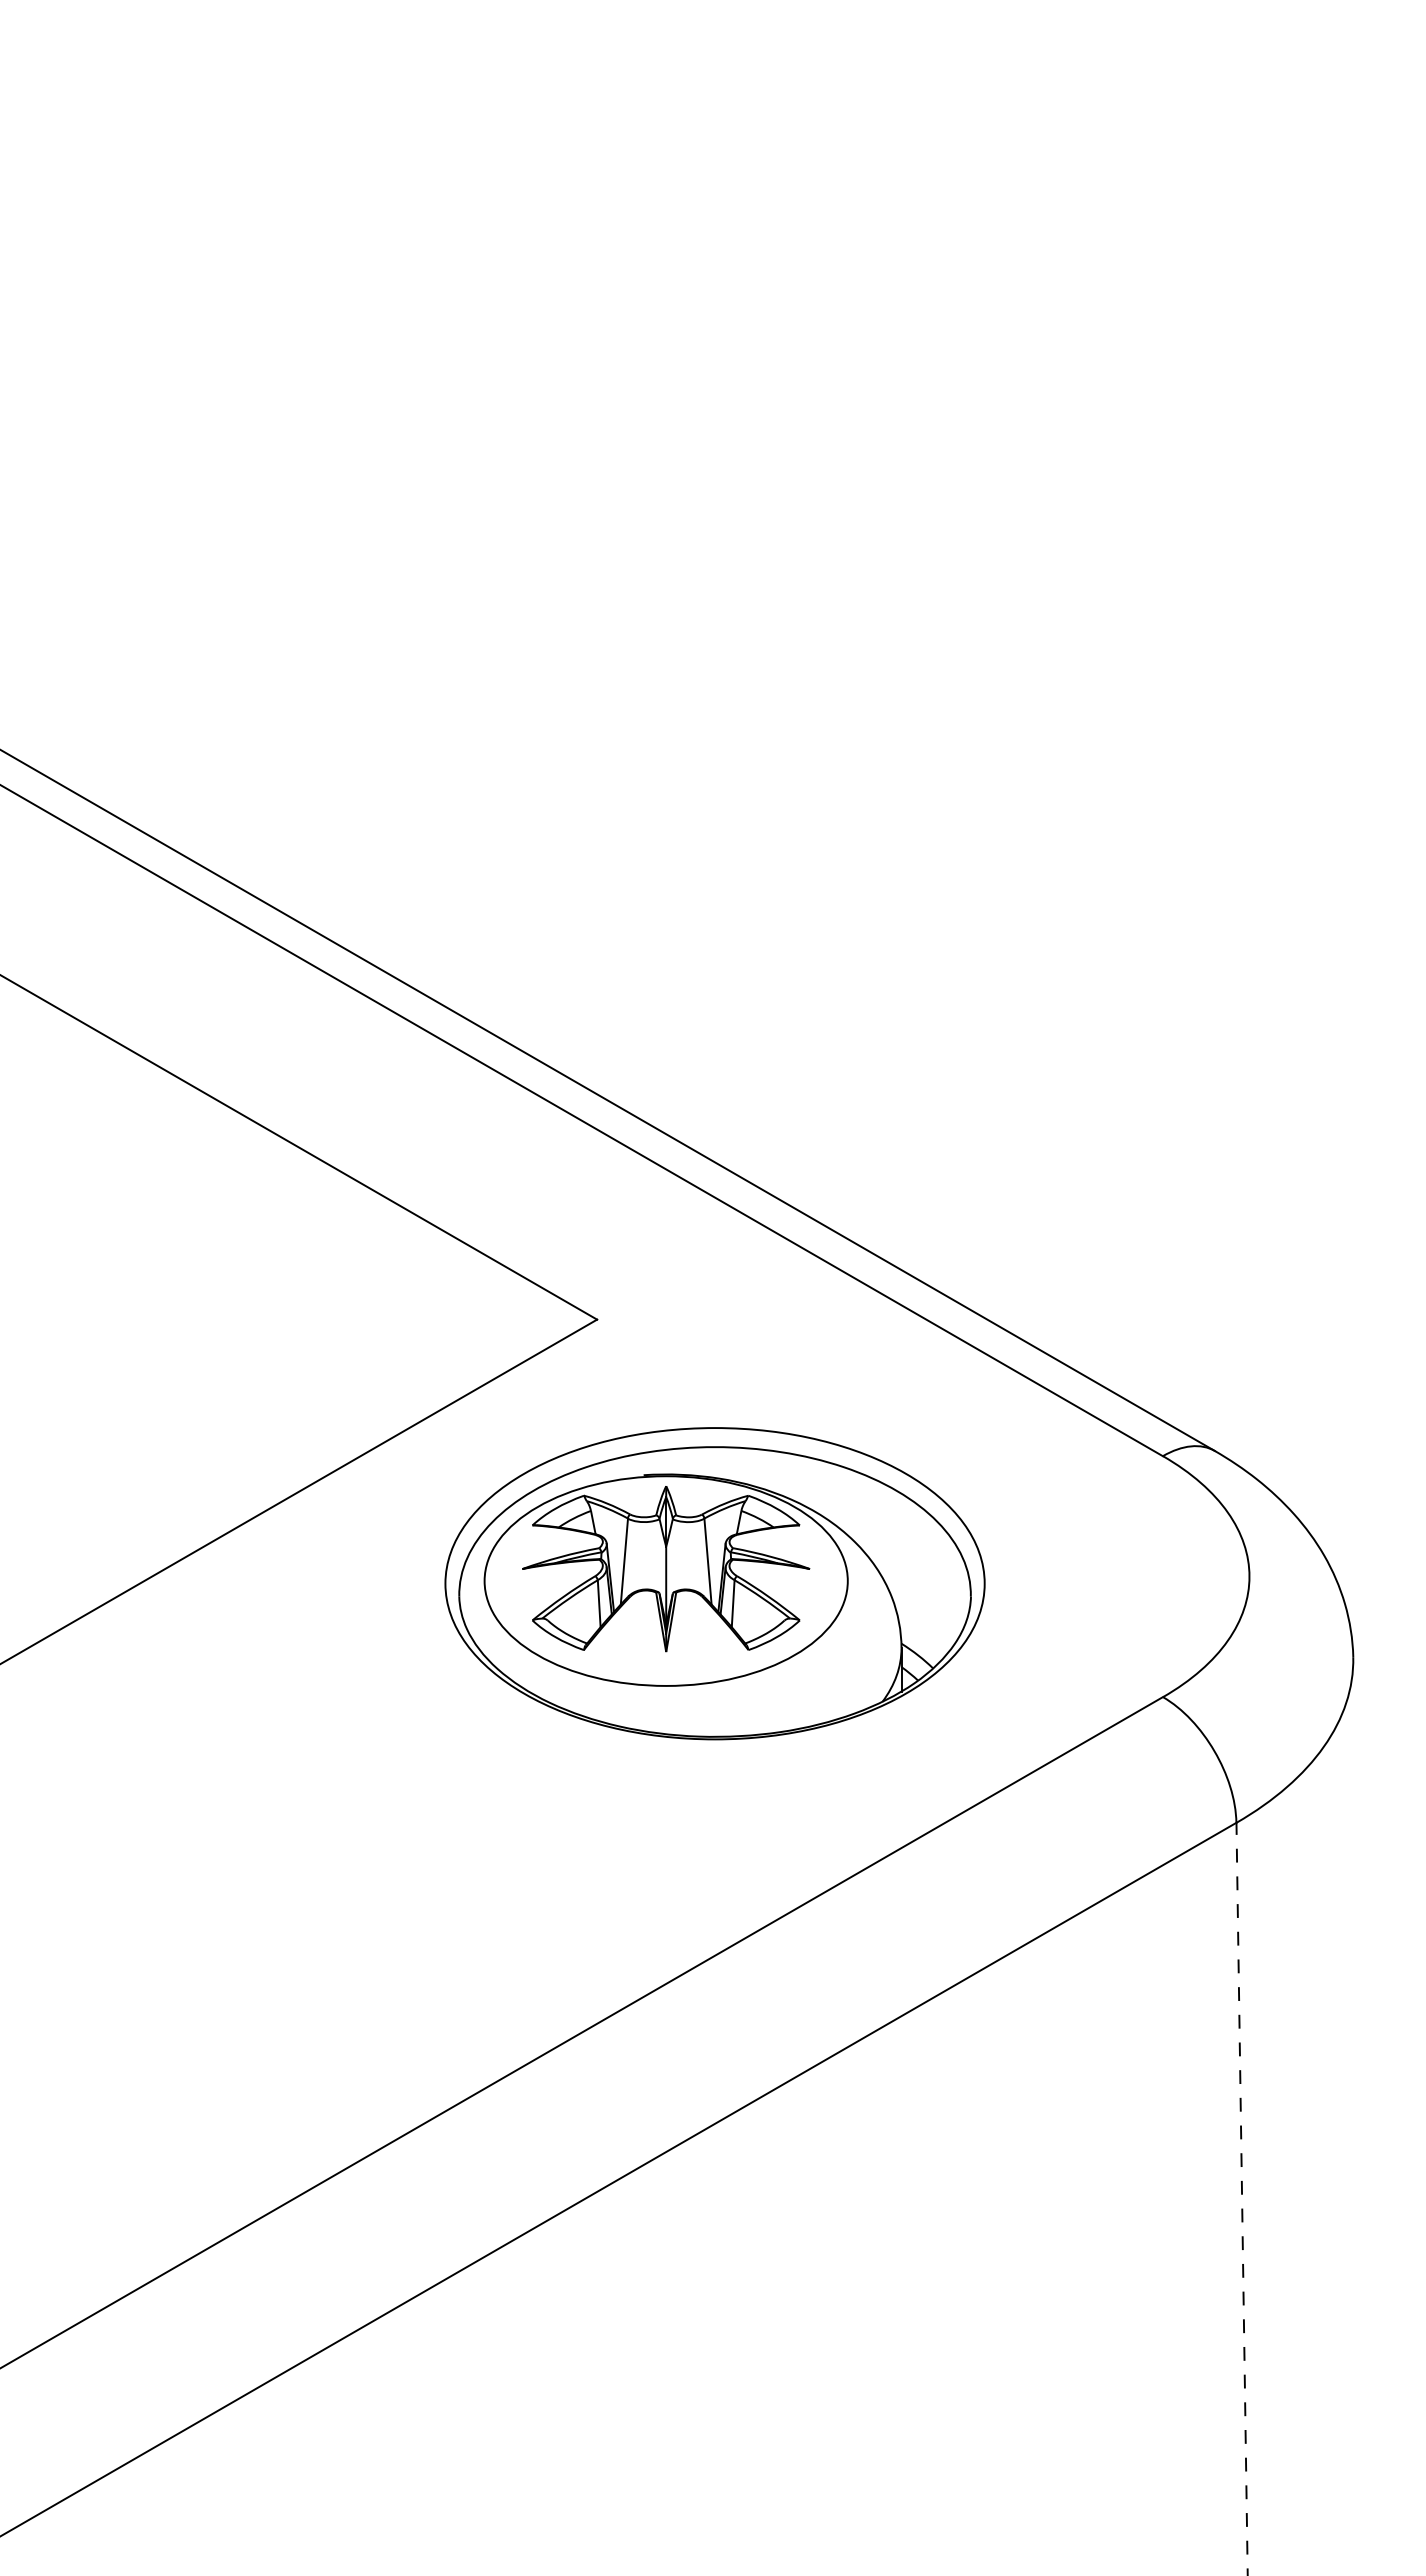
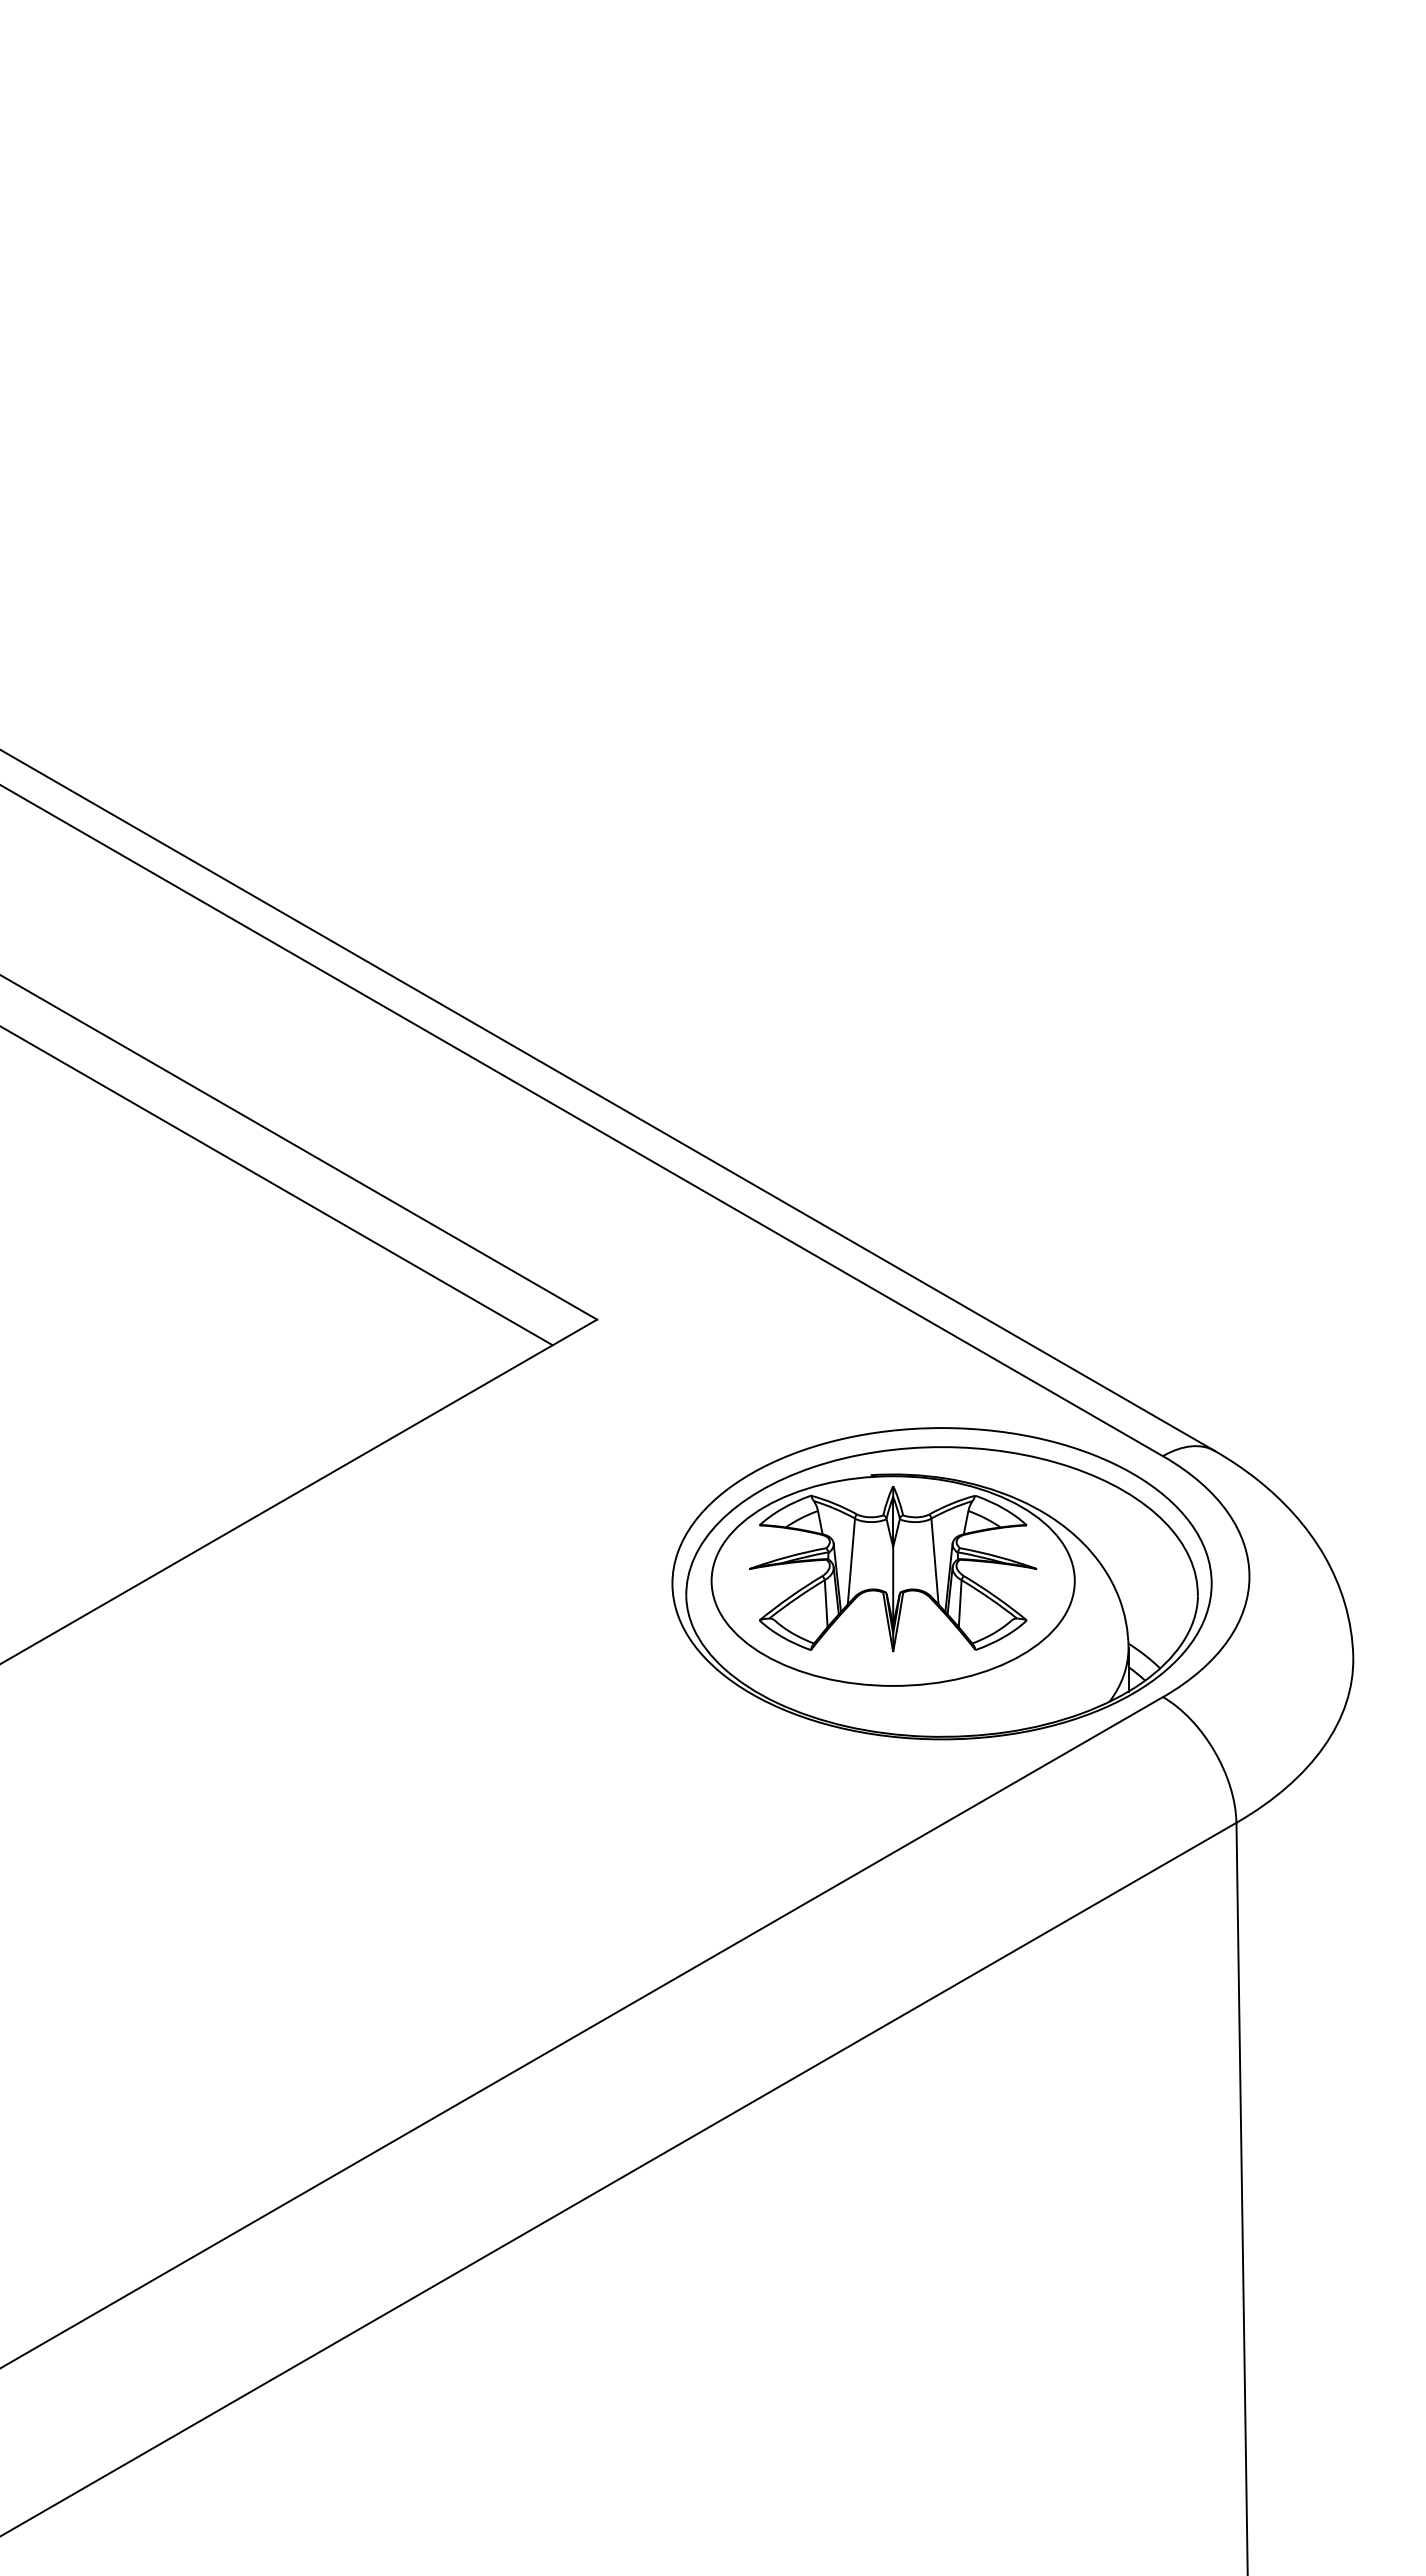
line at (277, 1186): none -> present
part at (714, 1583) position: (714, 1583) -> (941, 1583)
line at (1242, 2198): dashed -> solid
